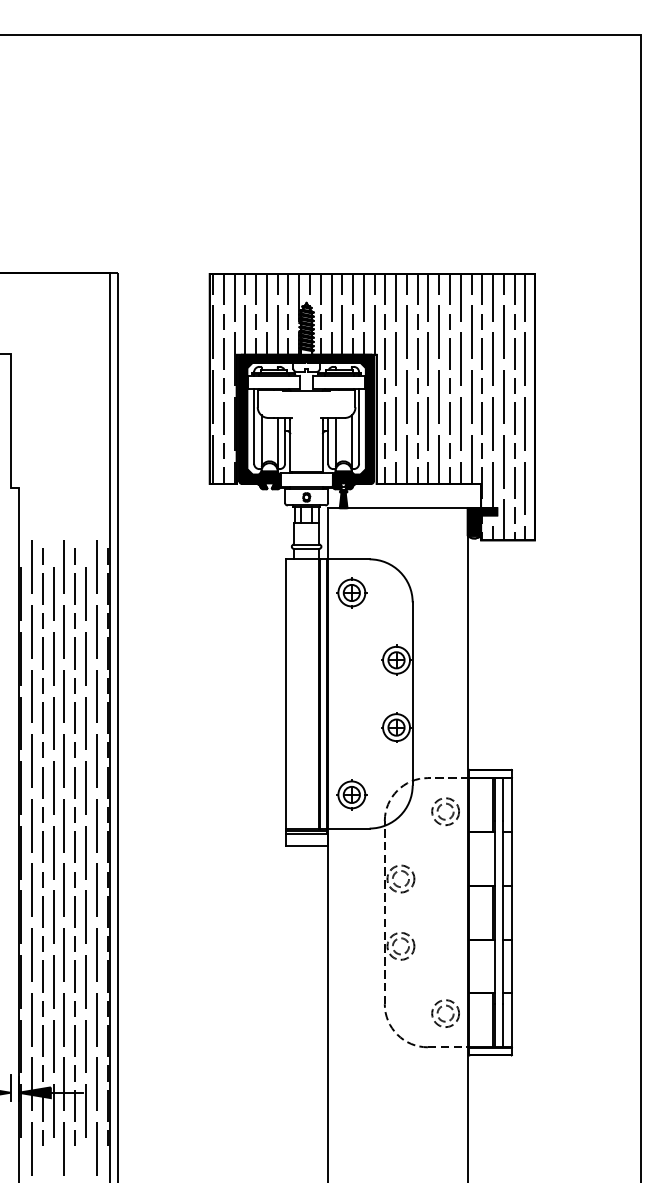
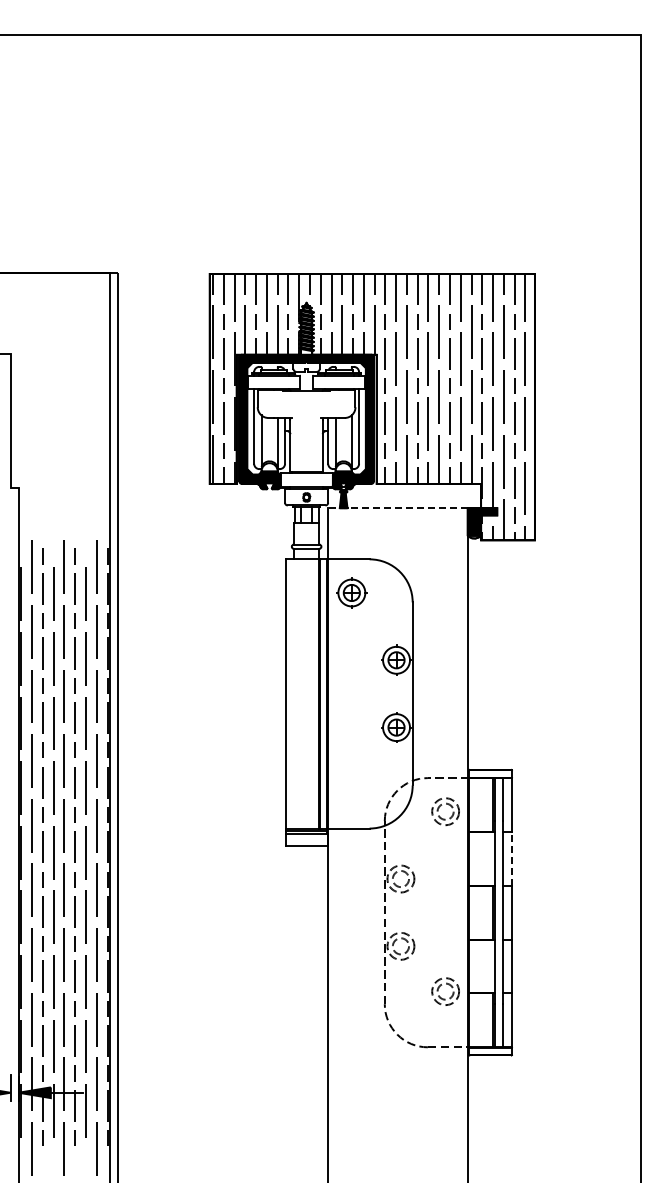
line at (397, 508): solid -> dashed
part at (351, 794): present -> none
line at (511, 858): solid -> dashed
part at (442, 1007) position: (442, 1007) -> (442, 985)
